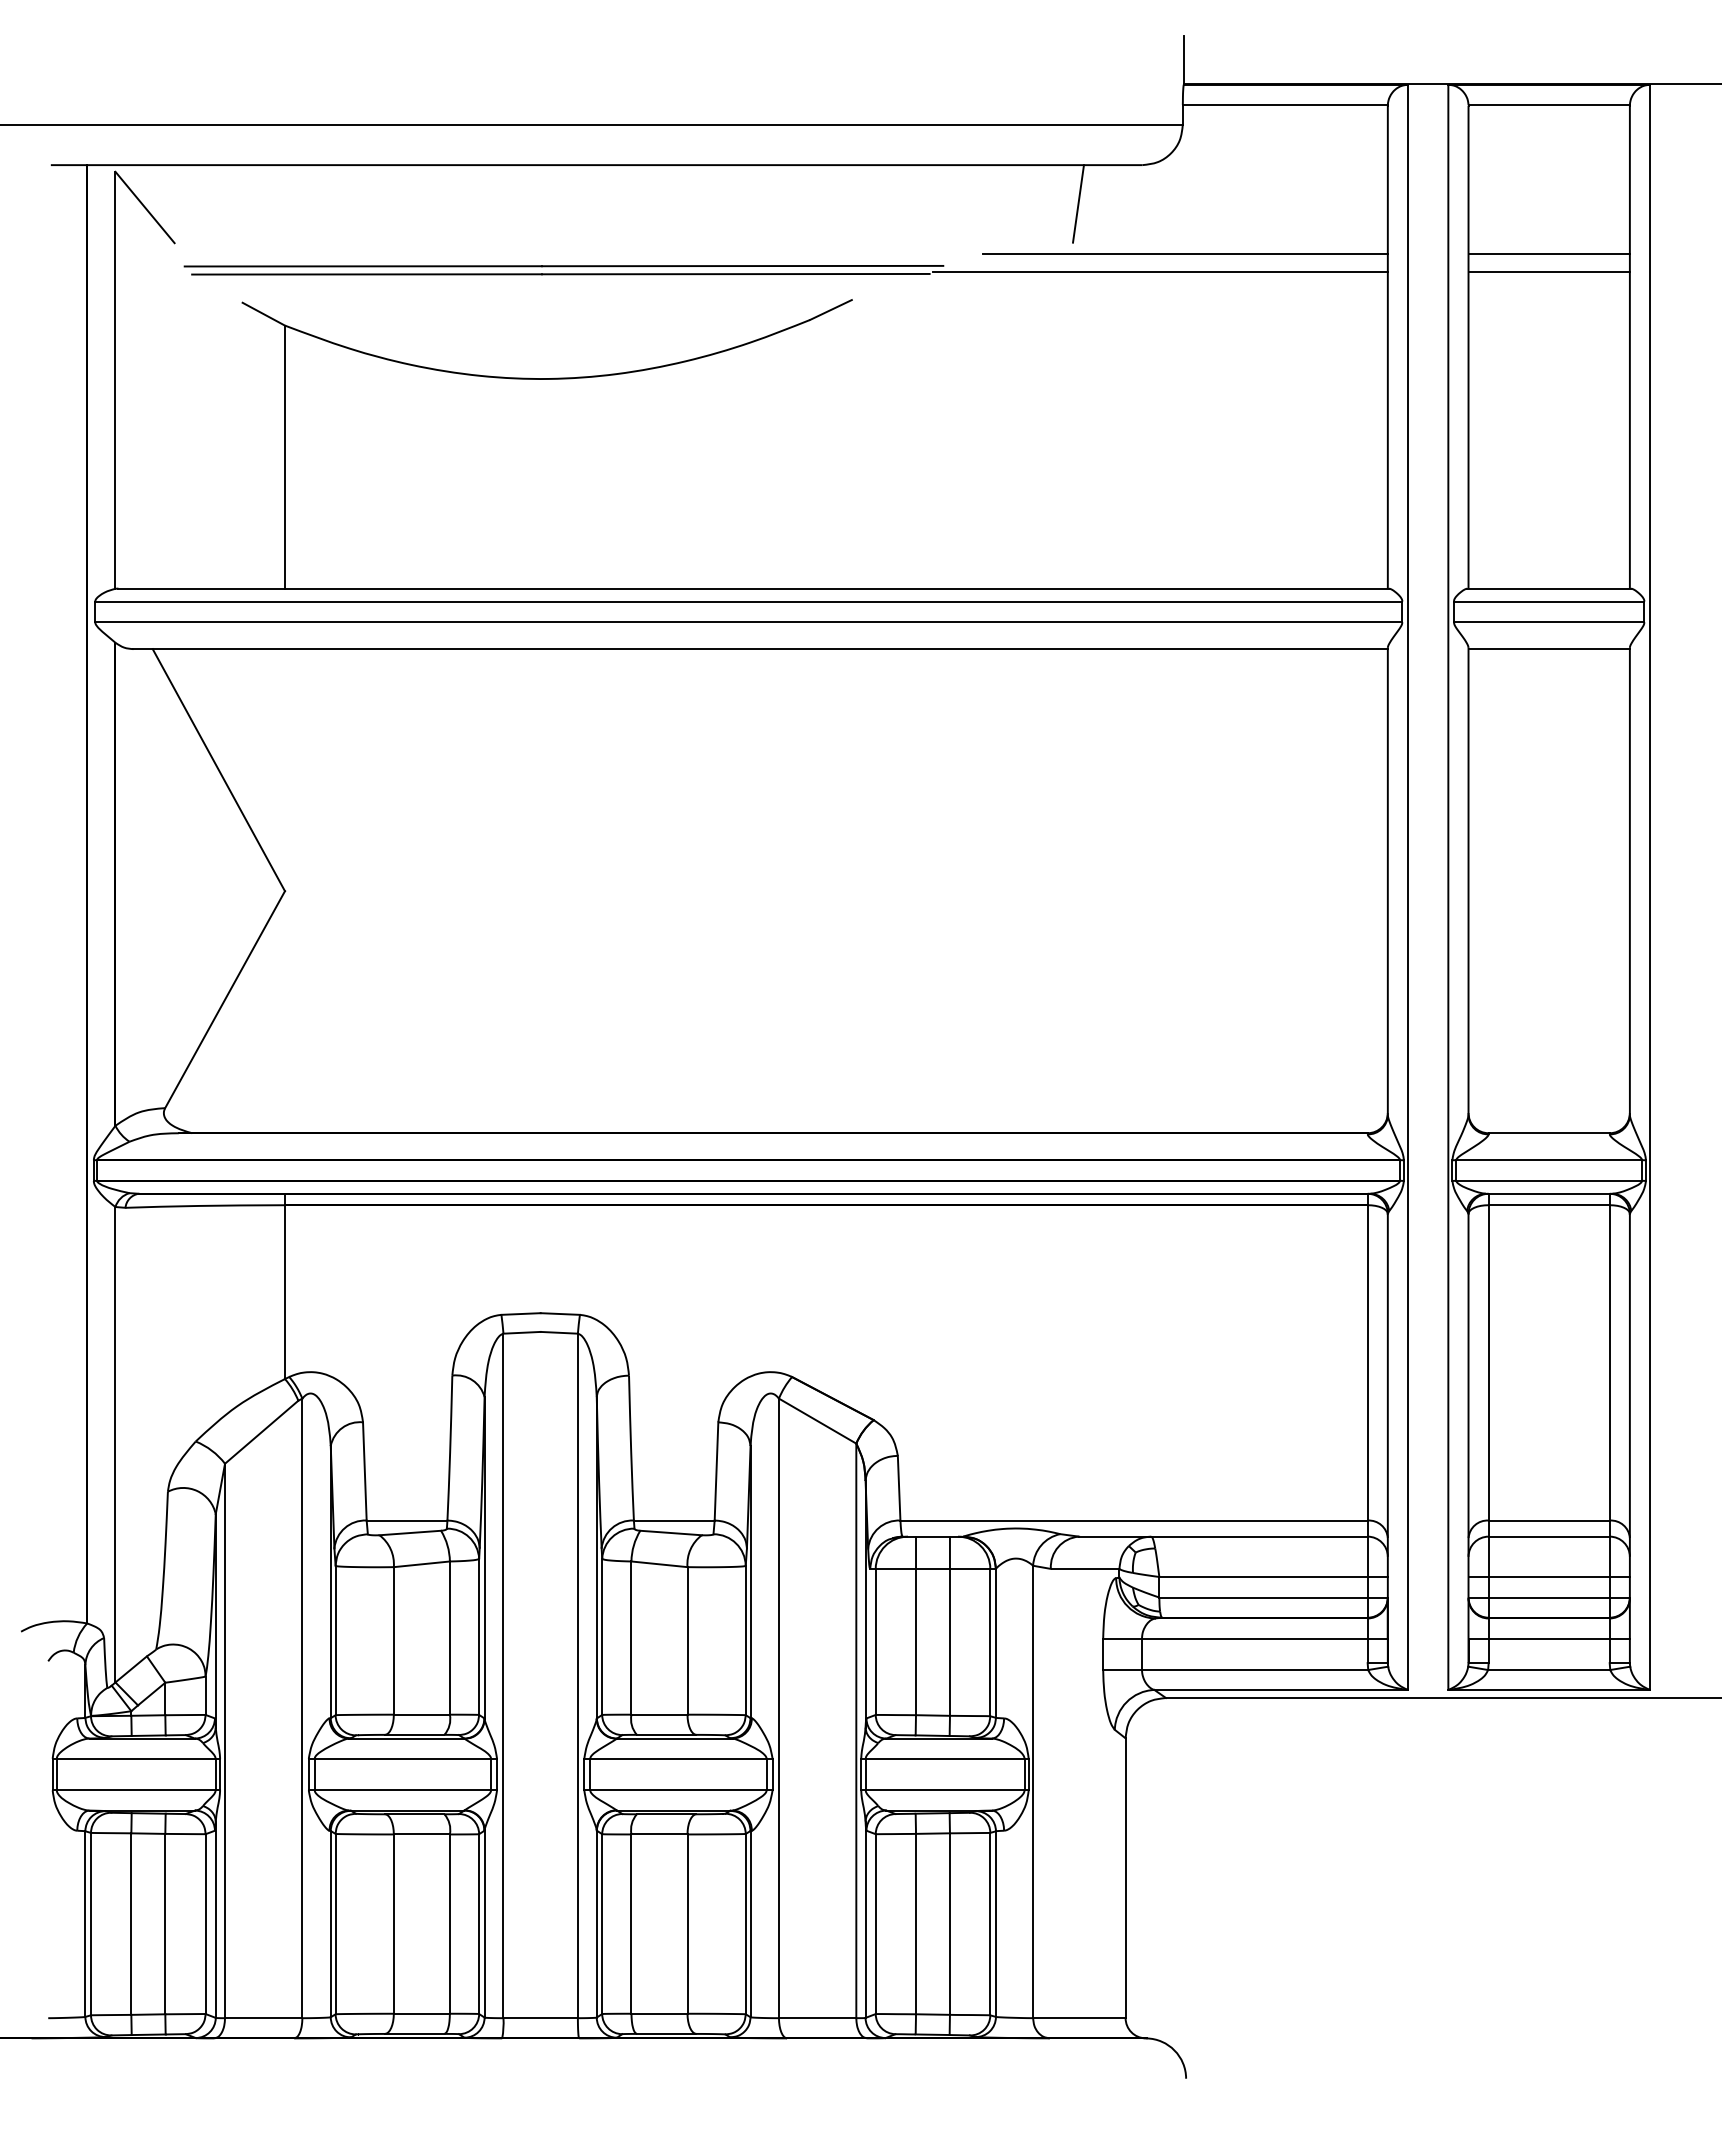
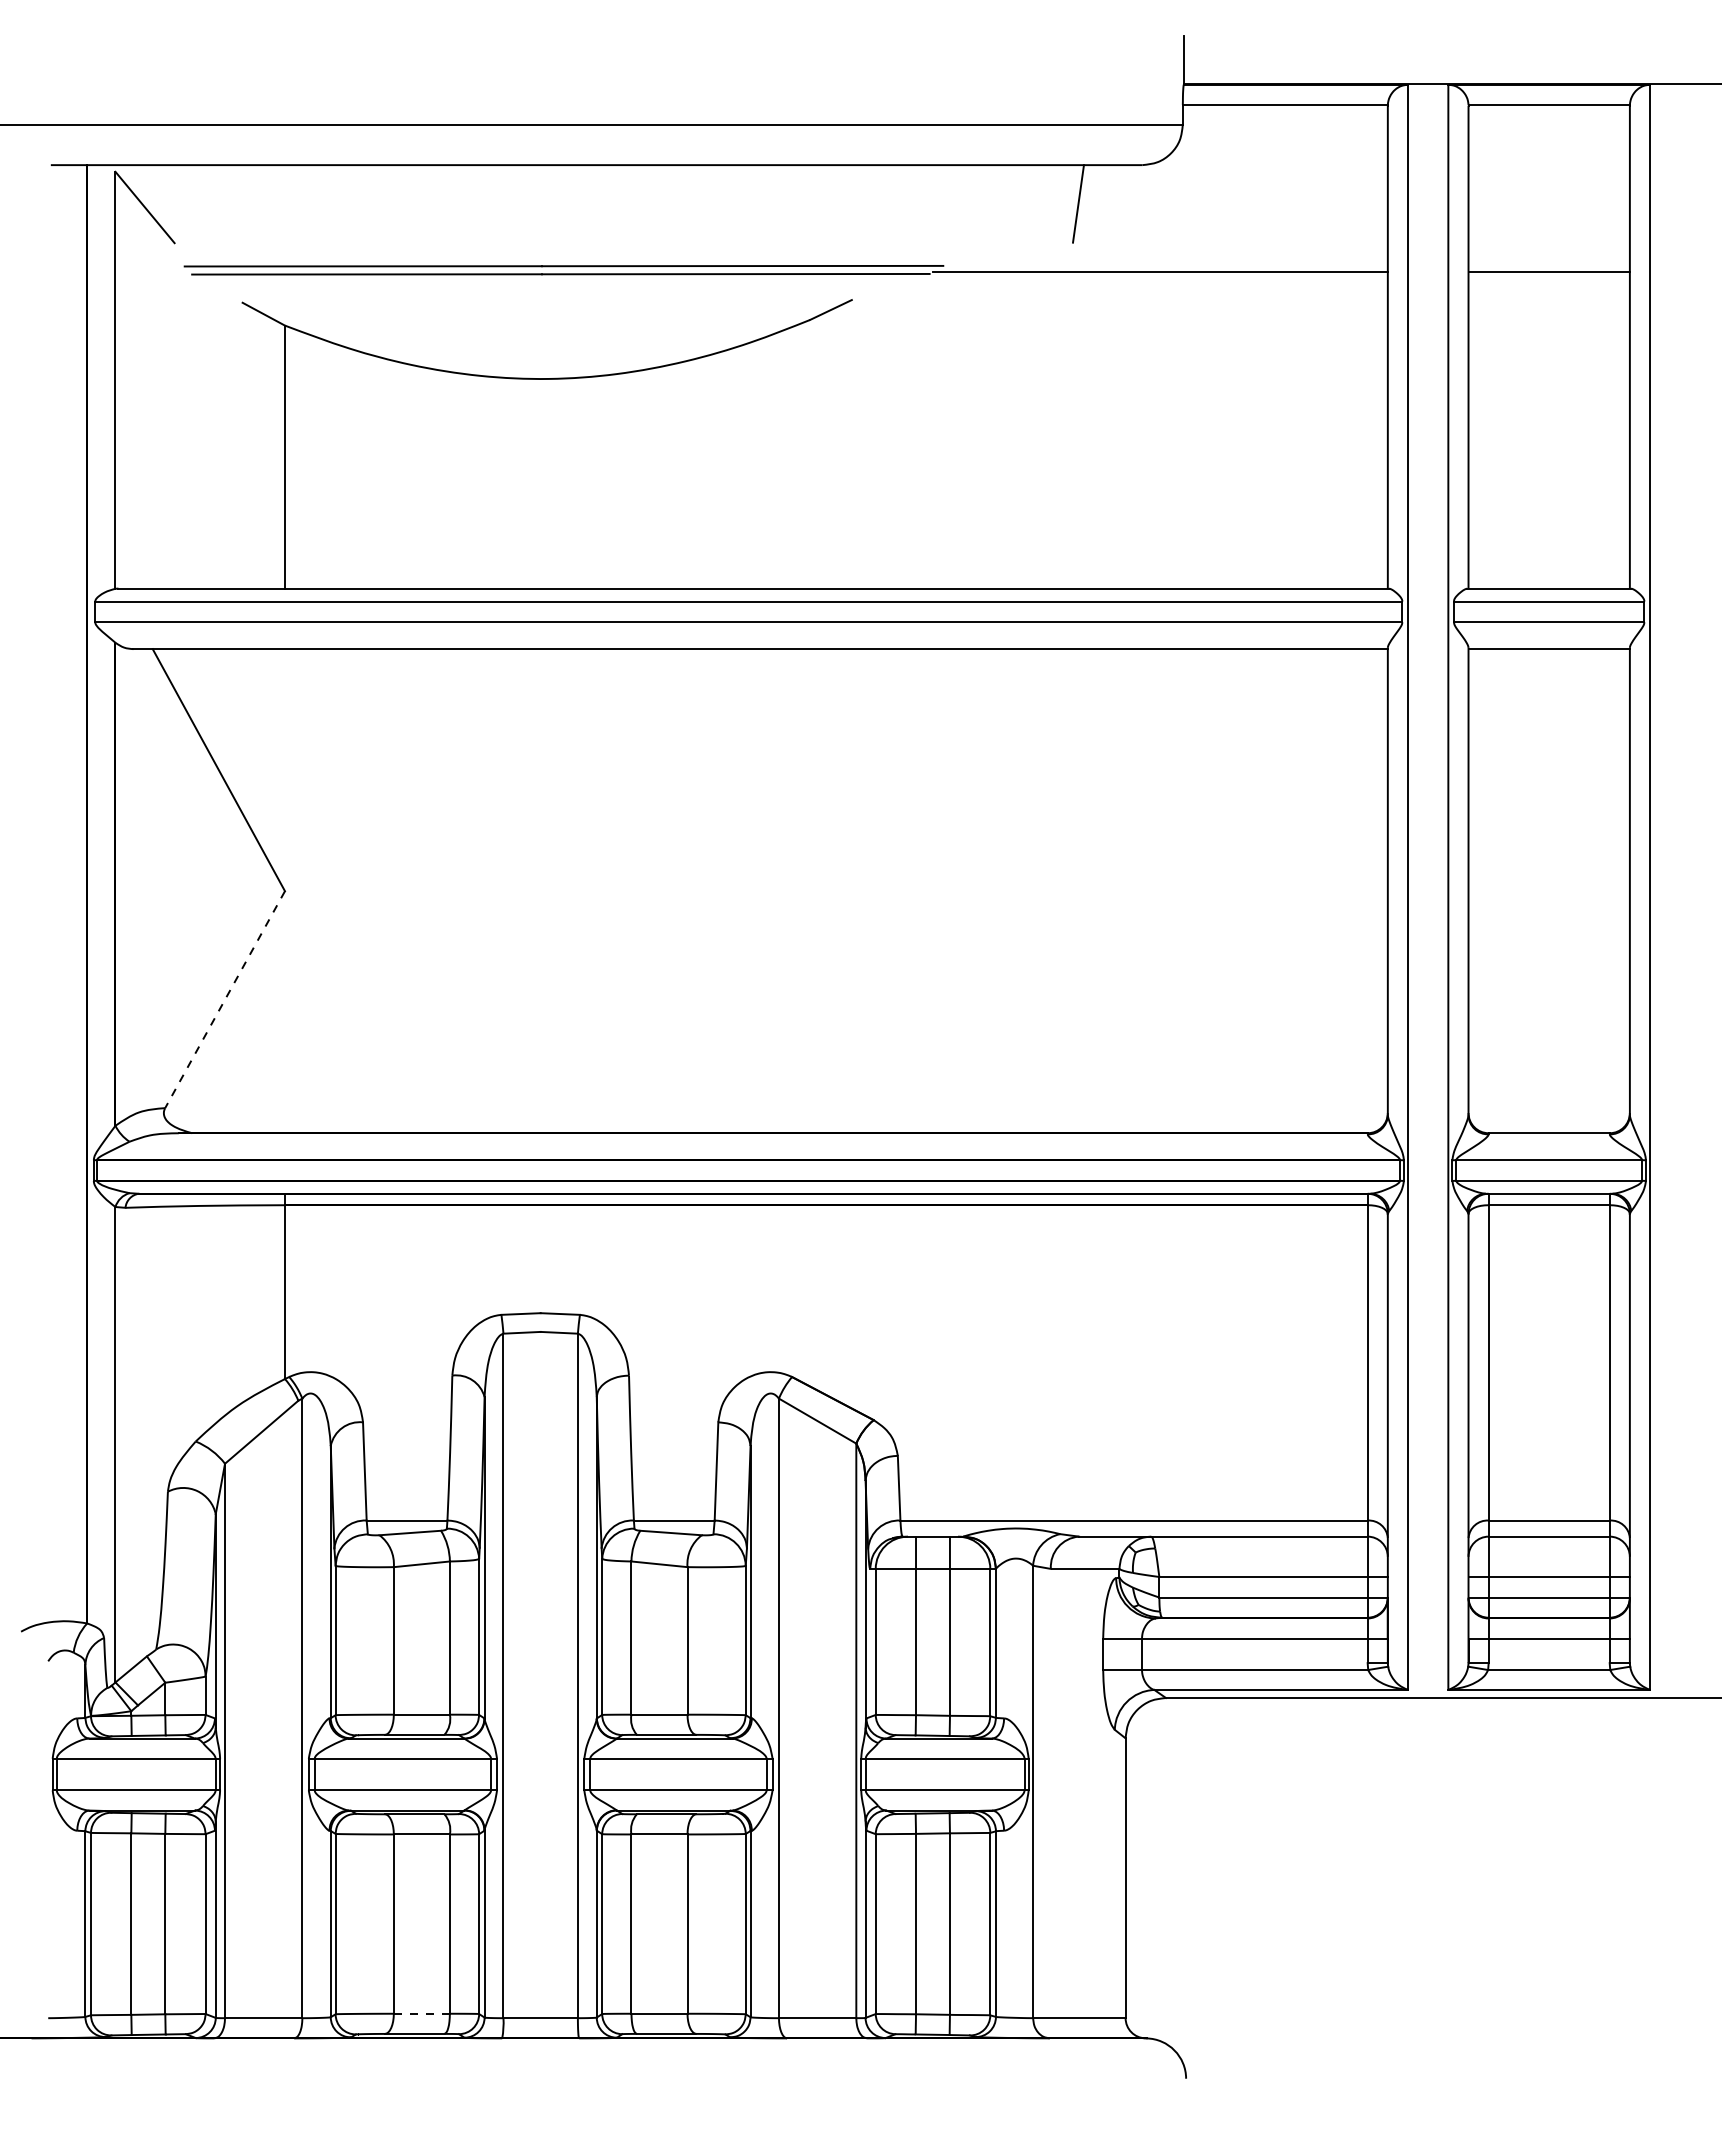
line at (1184, 253): present -> none
line at (1548, 253): present -> none
line at (225, 999): solid -> dashed
line at (422, 2013): solid -> dashed
